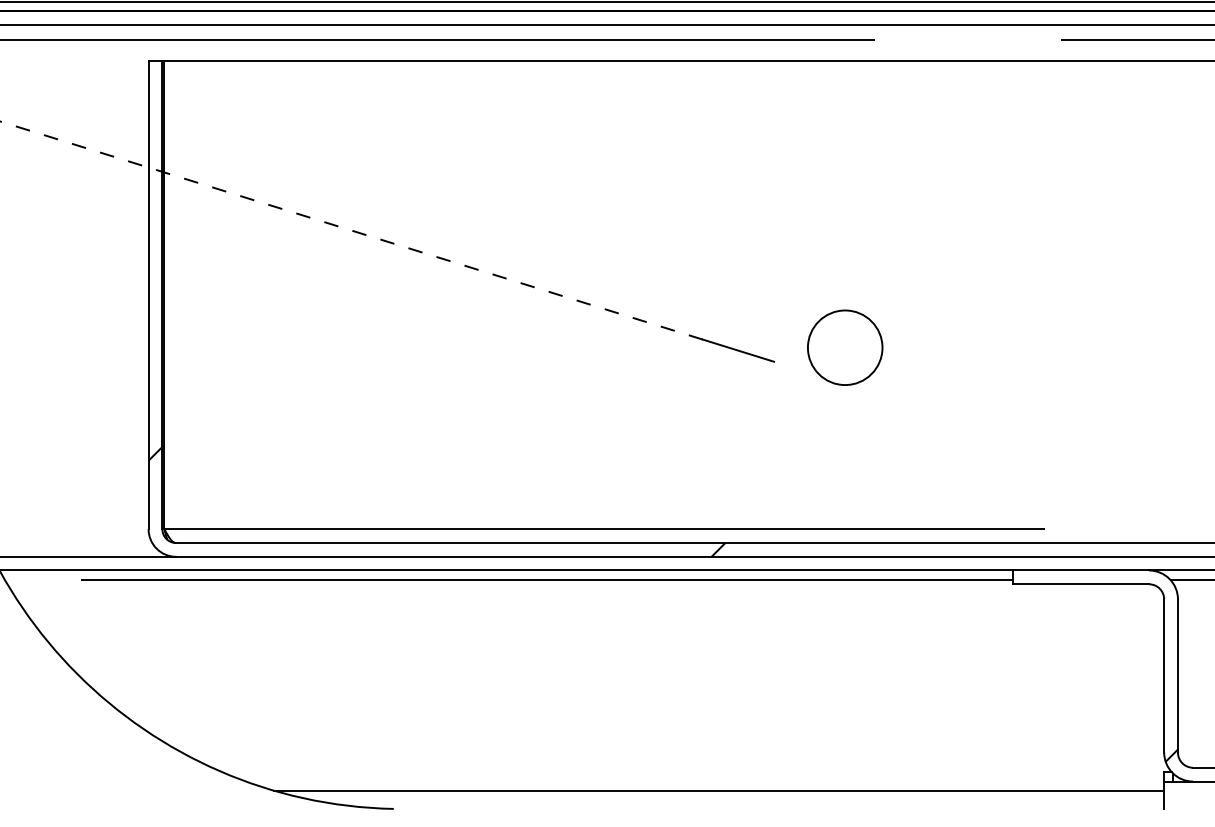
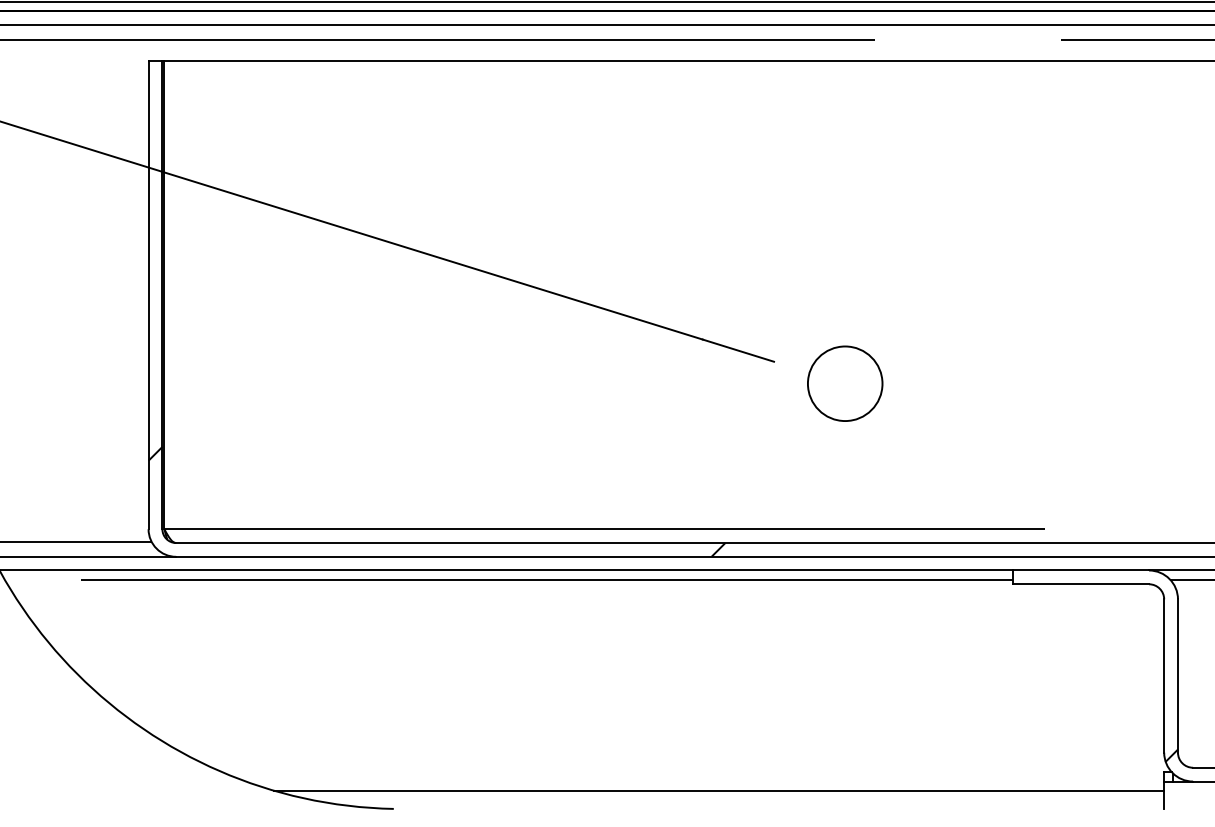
line at (351, 230): dashed -> solid
circle at (845, 347) position: (845, 347) -> (845, 383)
line at (77, 541): none -> present
